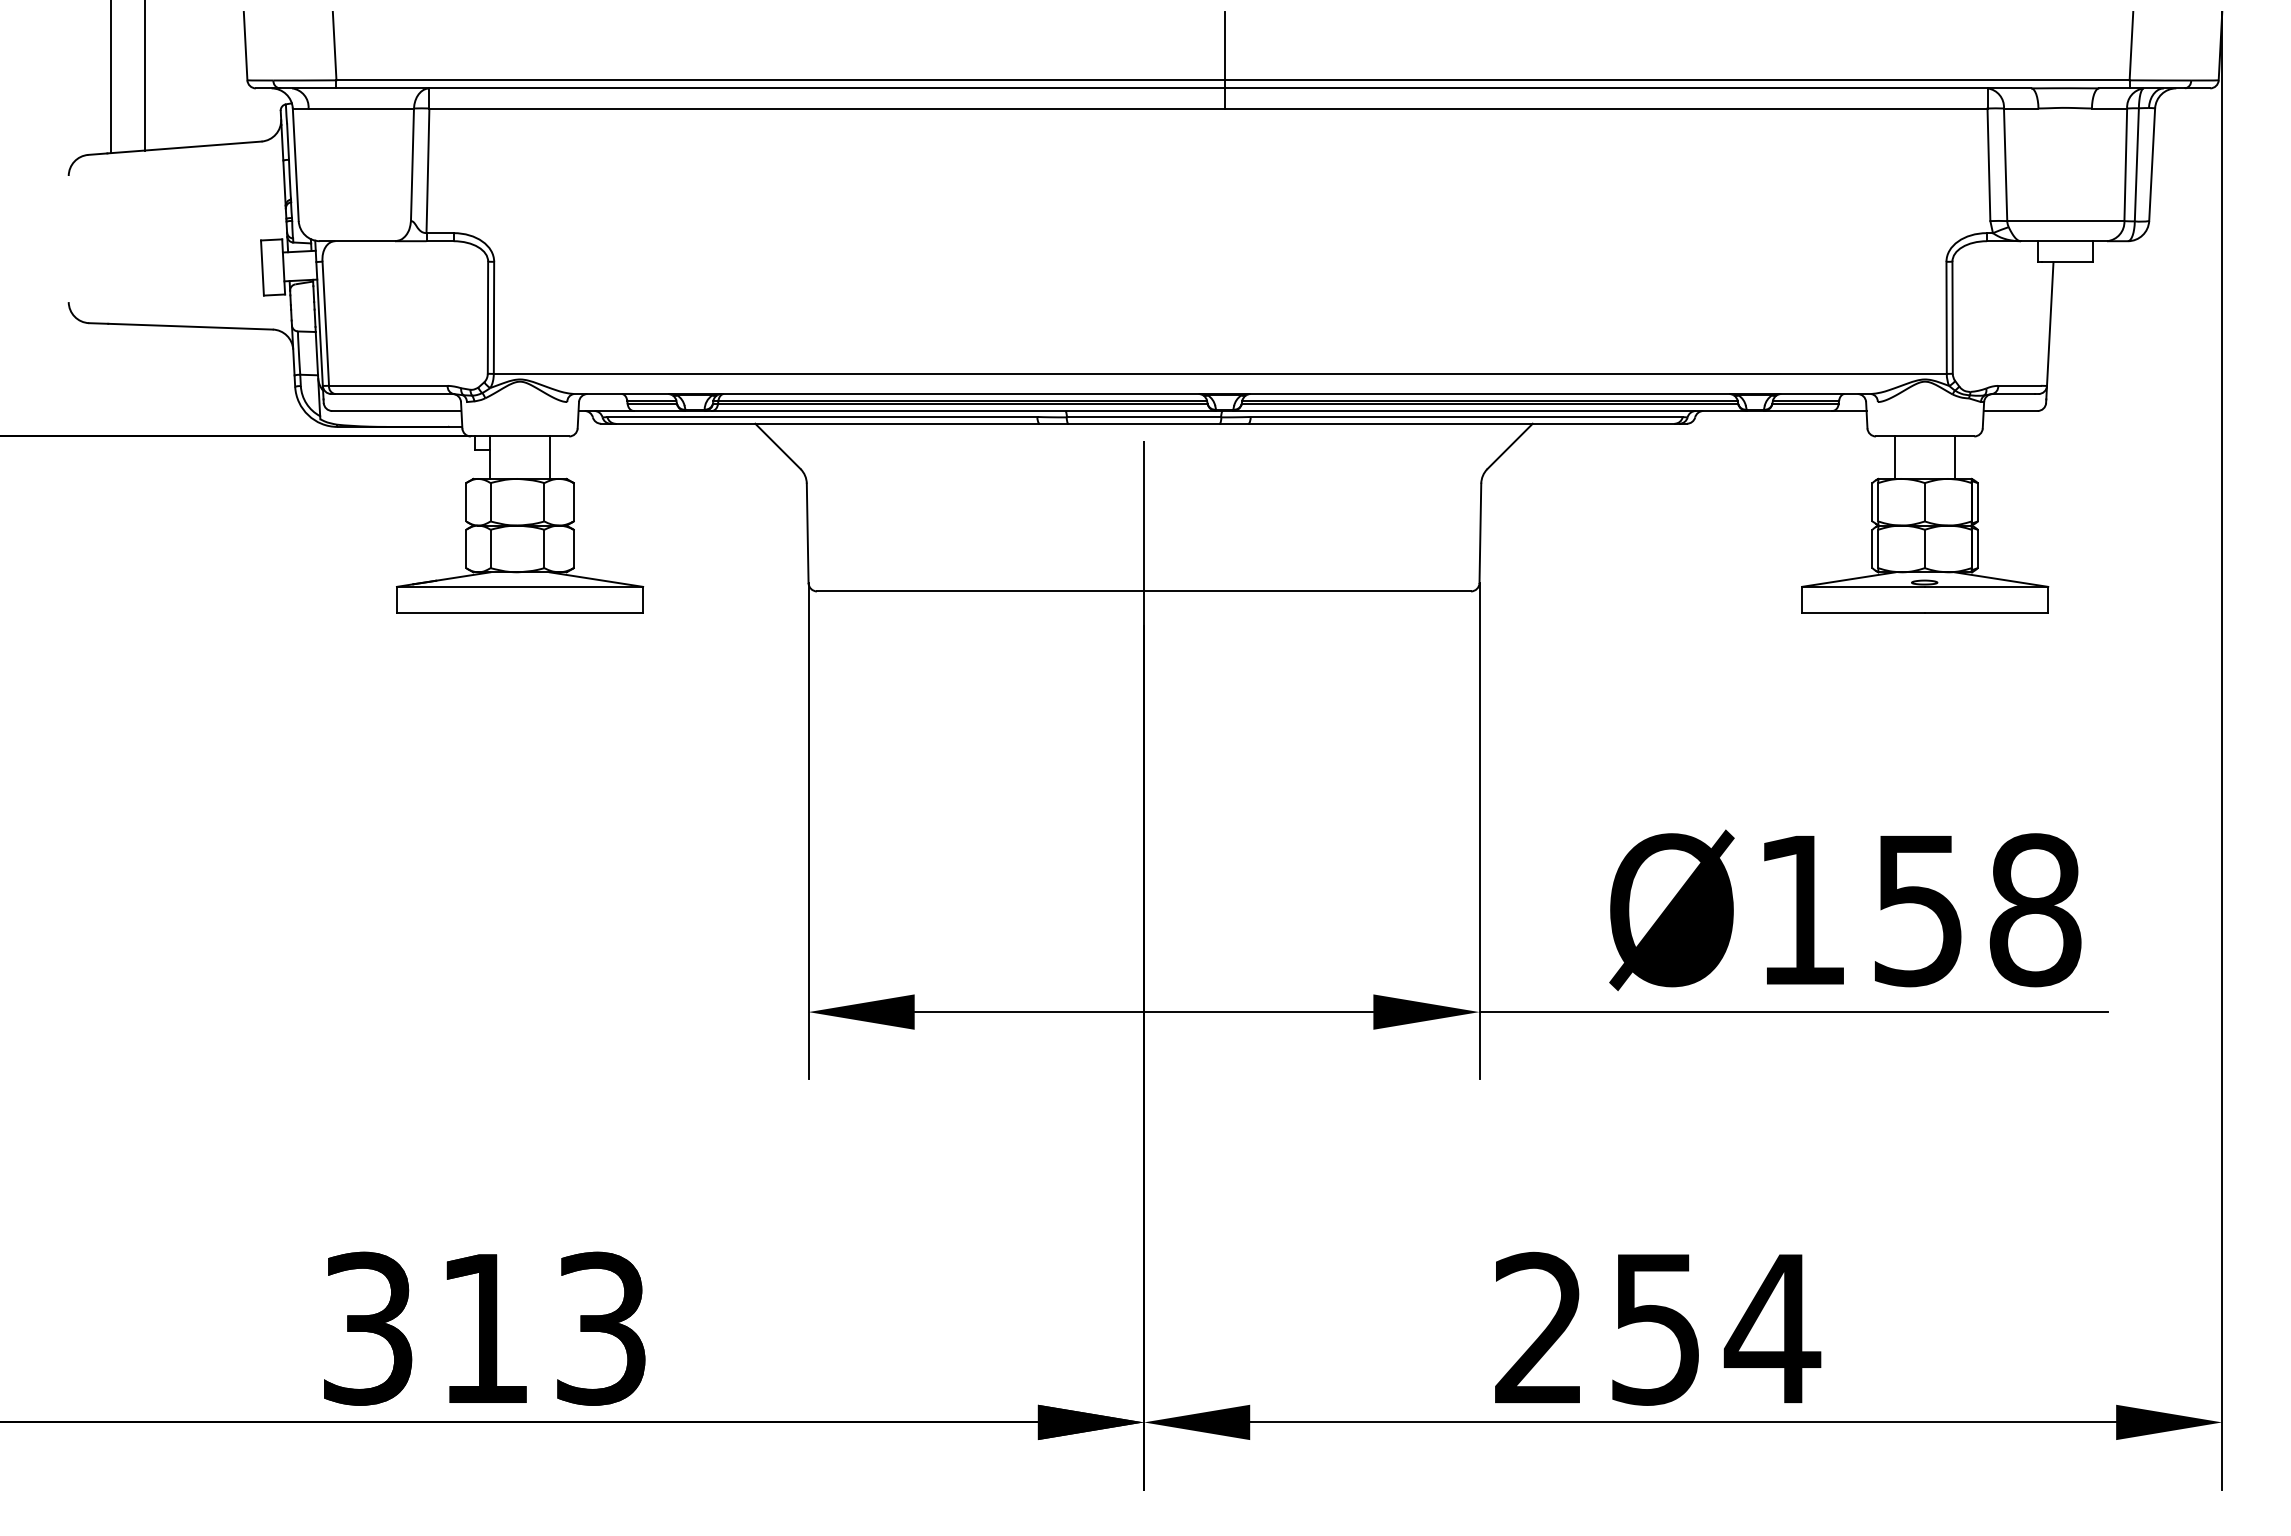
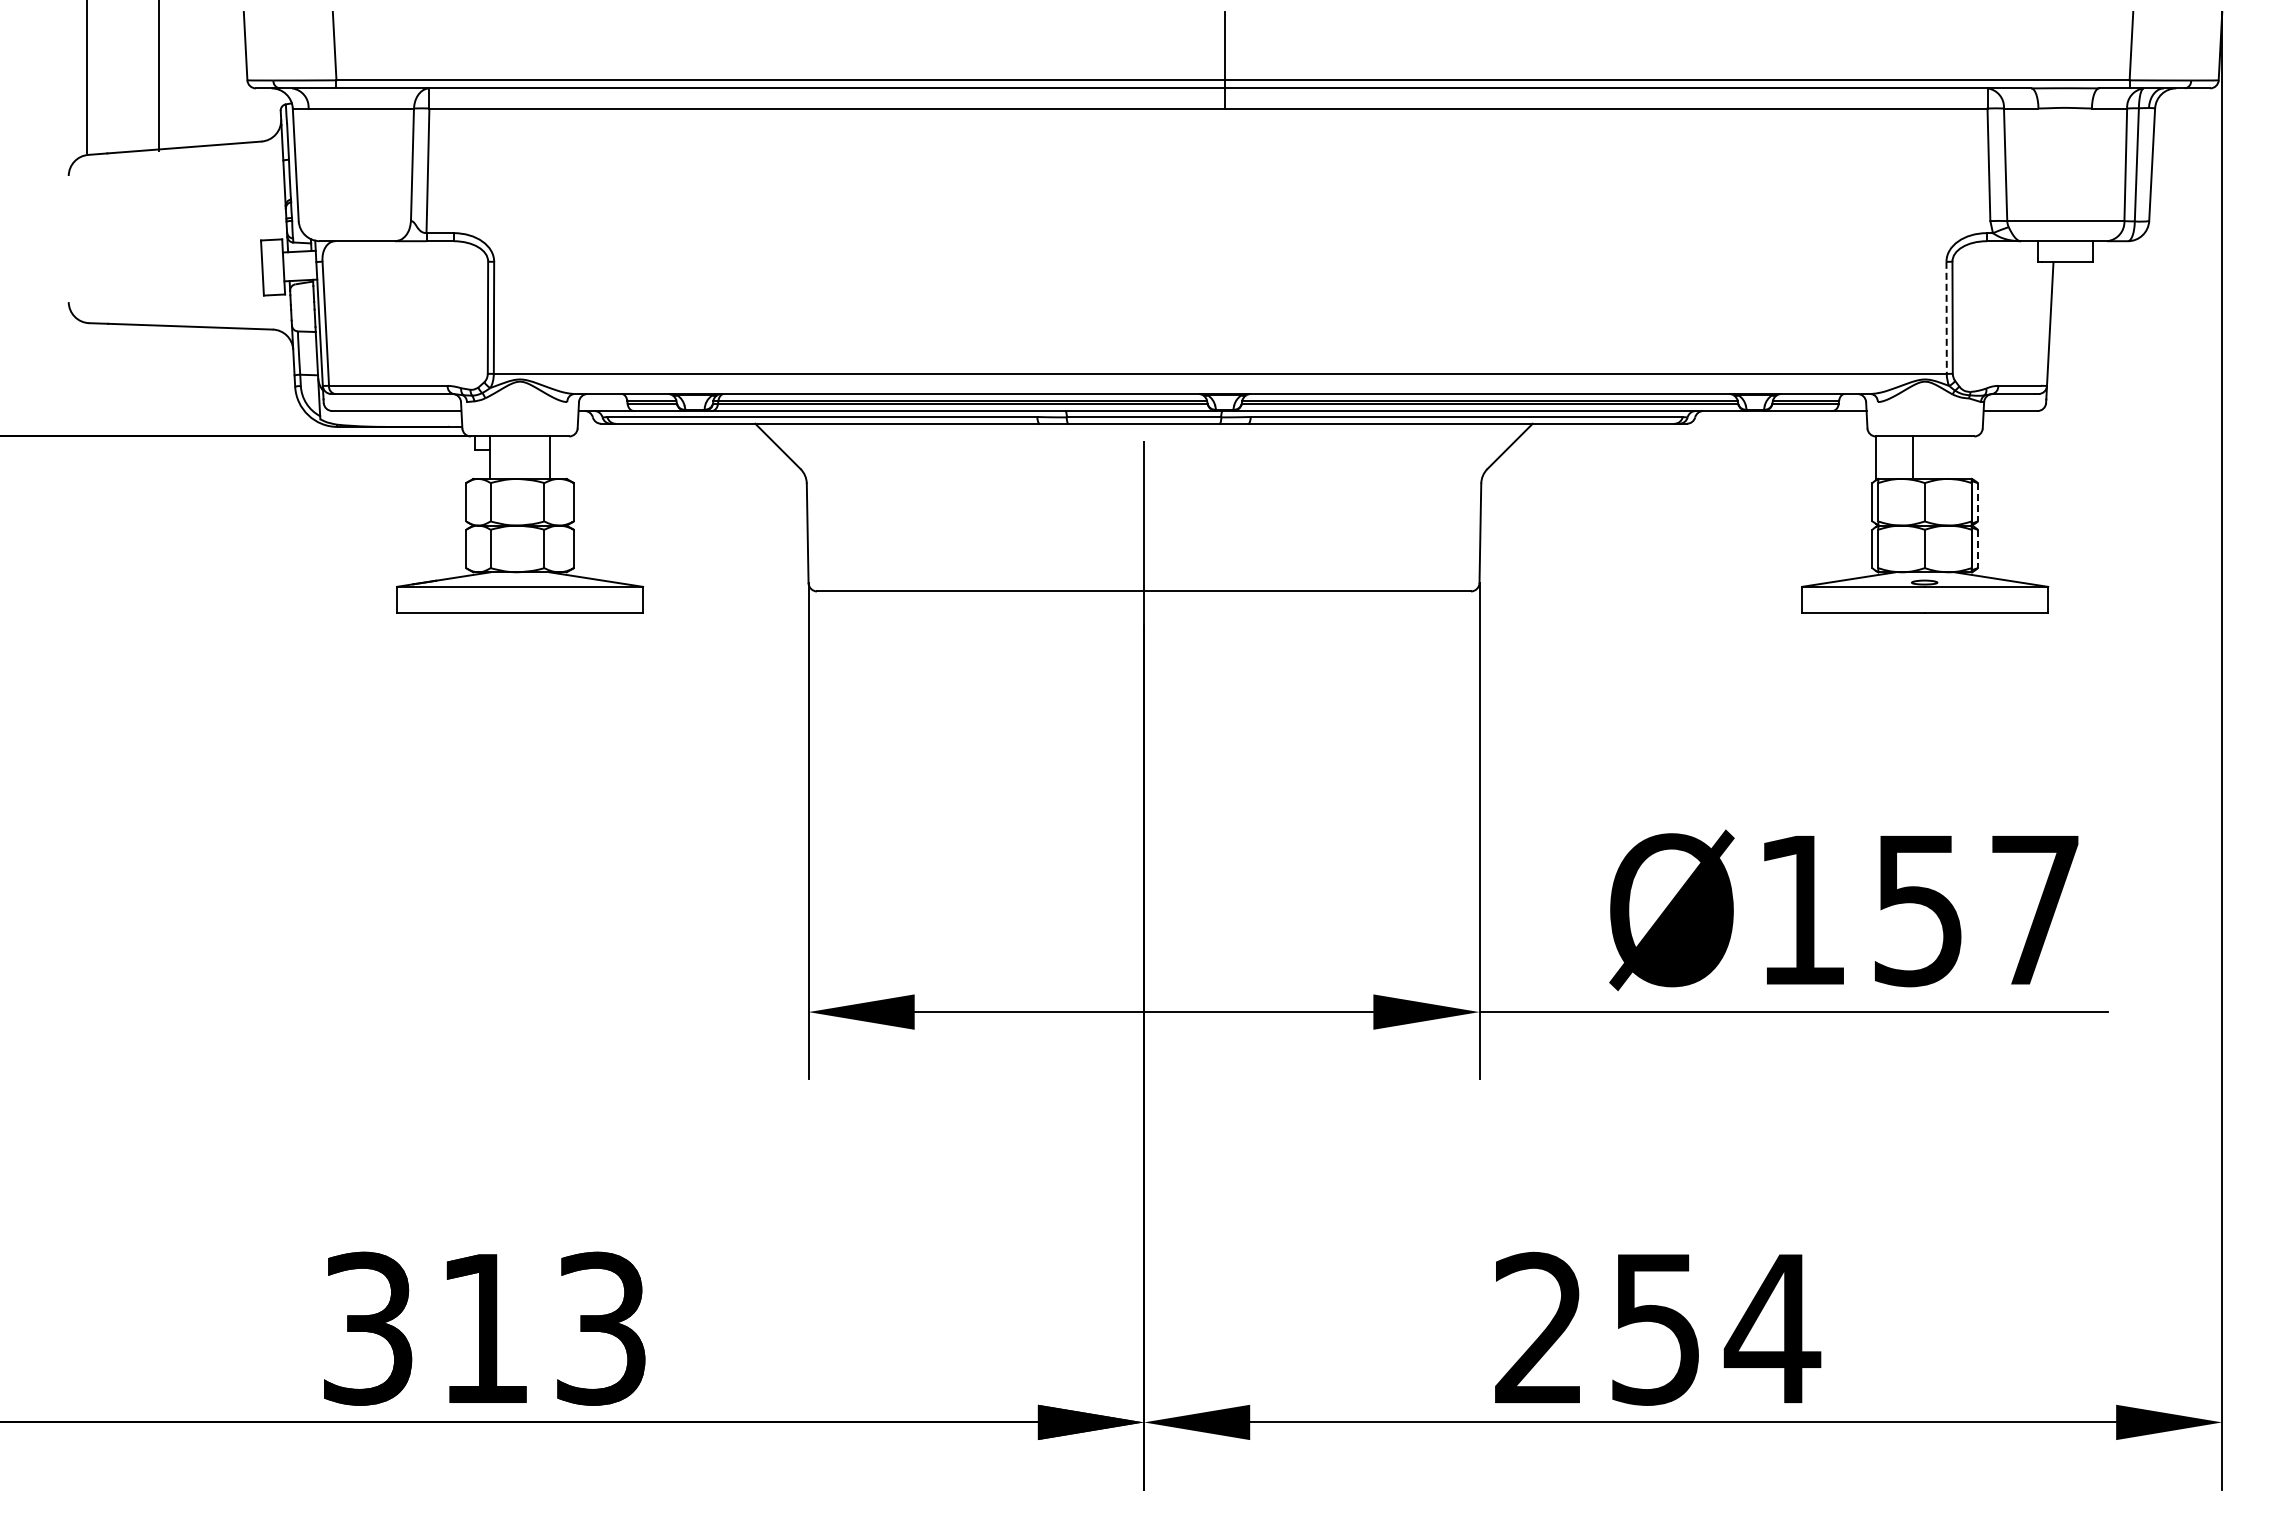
line at (145, 76) position: (145, 76) -> (159, 76)
line at (111, 77) position: (111, 77) -> (87, 77)
line at (1946, 318): solid -> dashed
line at (1895, 457) position: (1895, 457) -> (1876, 457)
line at (1954, 457) position: (1954, 457) -> (1912, 457)
line at (1977, 502): solid -> dashed
line at (1977, 549): solid -> dashed
text at (2035, 910): Ø158 -> Ø157
